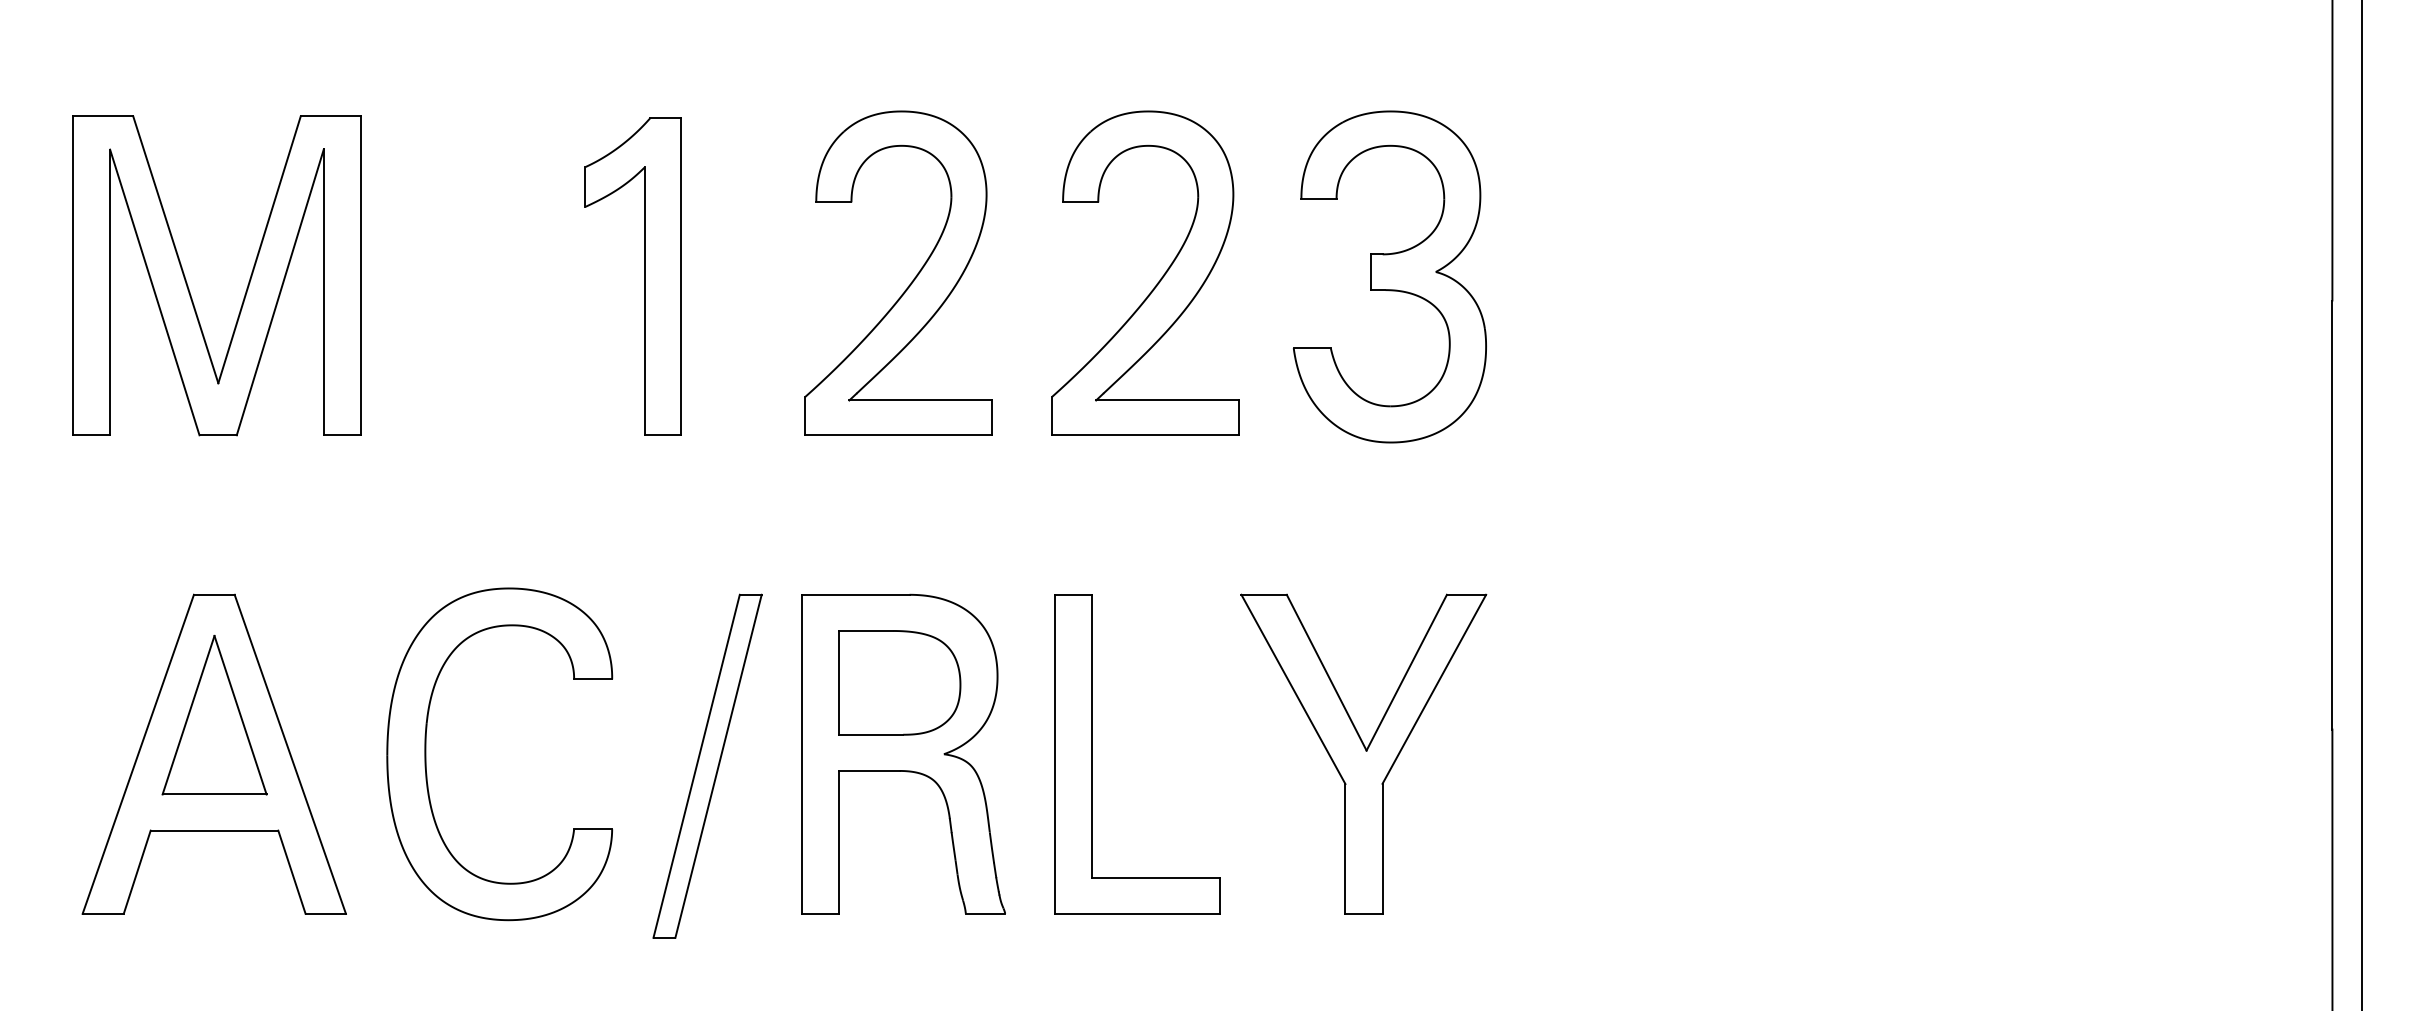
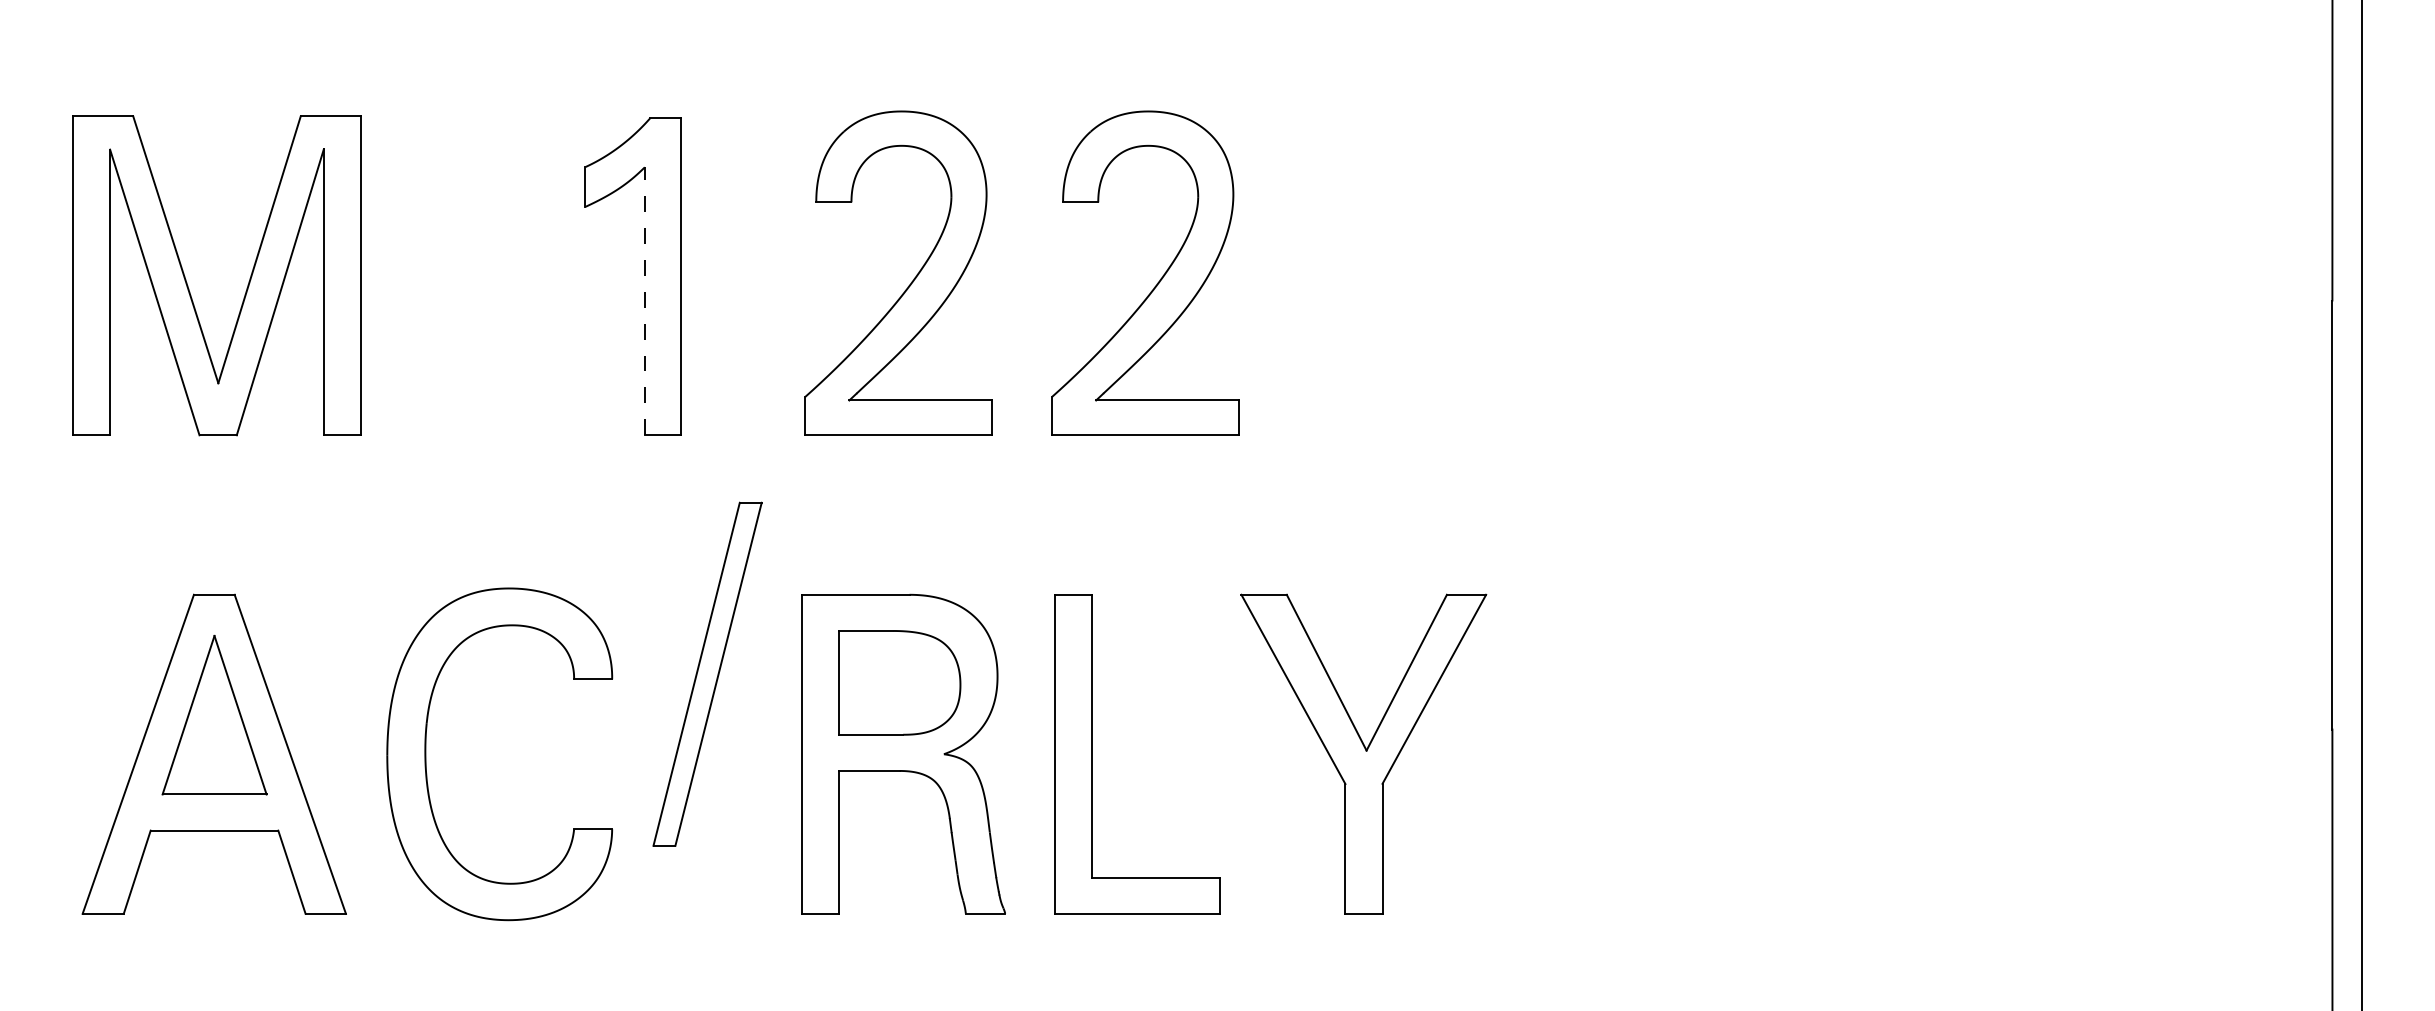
part at (1389, 276): present -> none
line at (644, 301): solid -> dashed
part at (707, 765) position: (707, 765) -> (707, 673)
